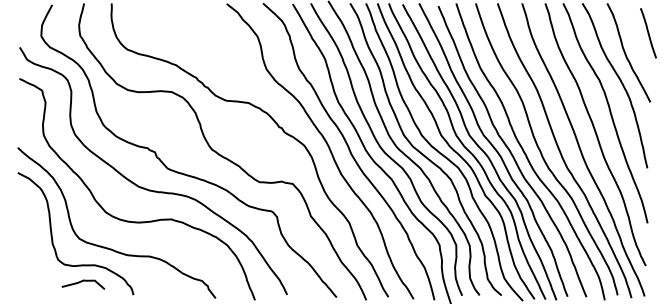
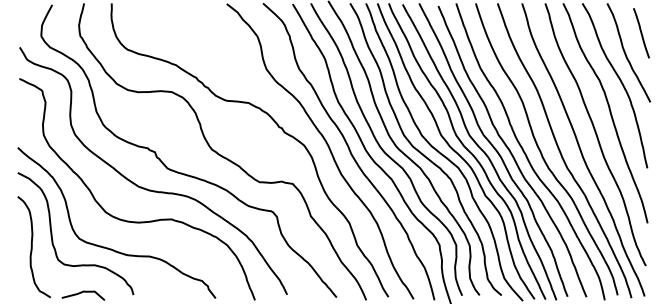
line at (648, 33) position: (648, 33) -> (641, 33)
curve at (32, 247): none -> present
curve at (81, 282) position: (81, 282) -> (81, 293)
